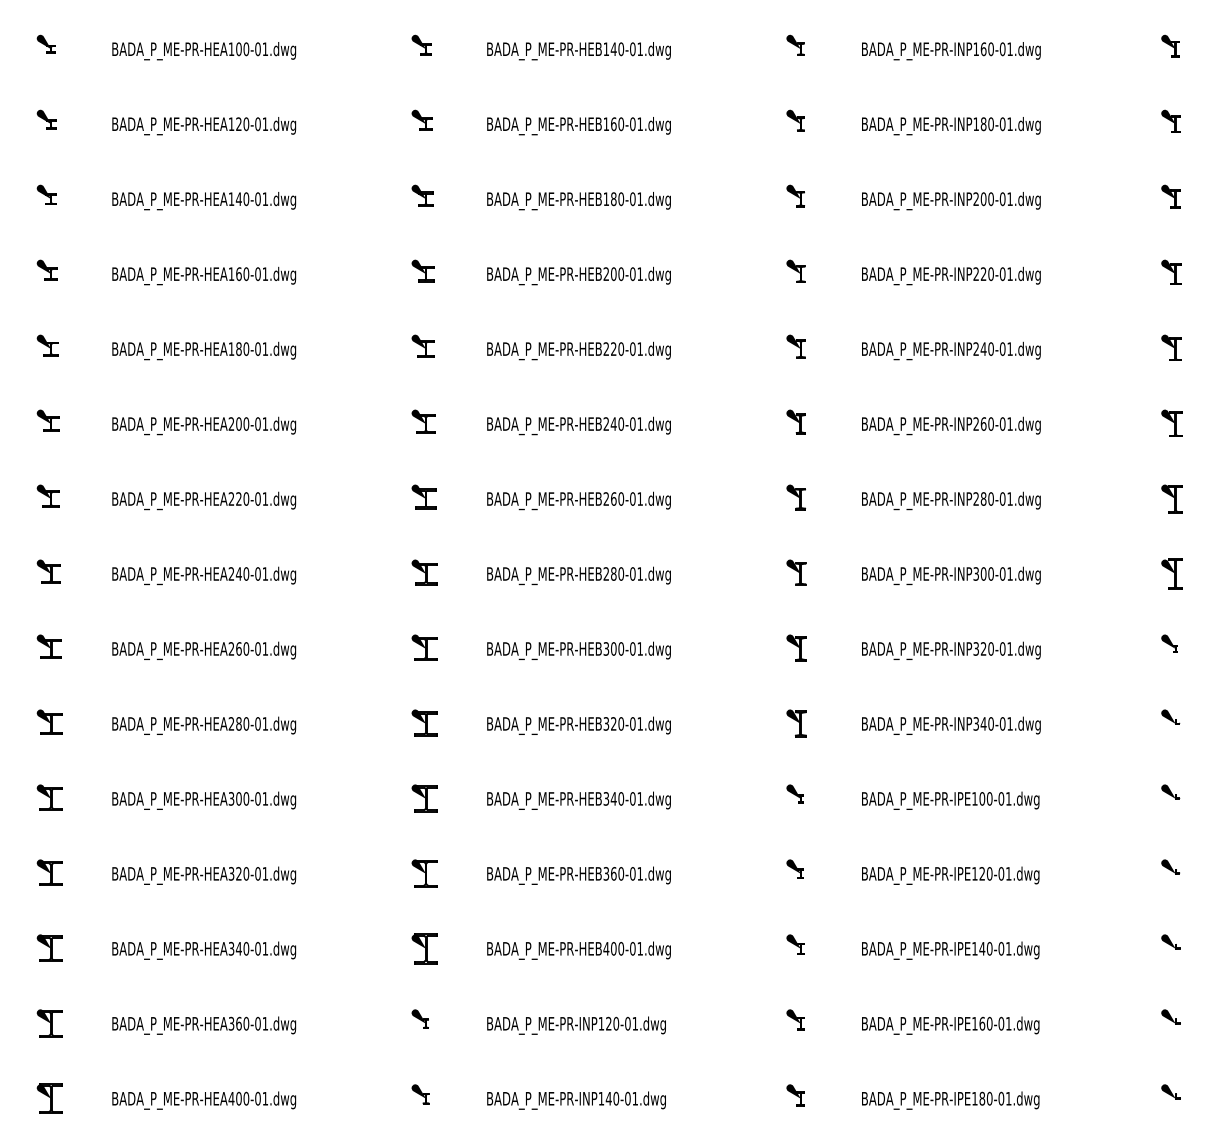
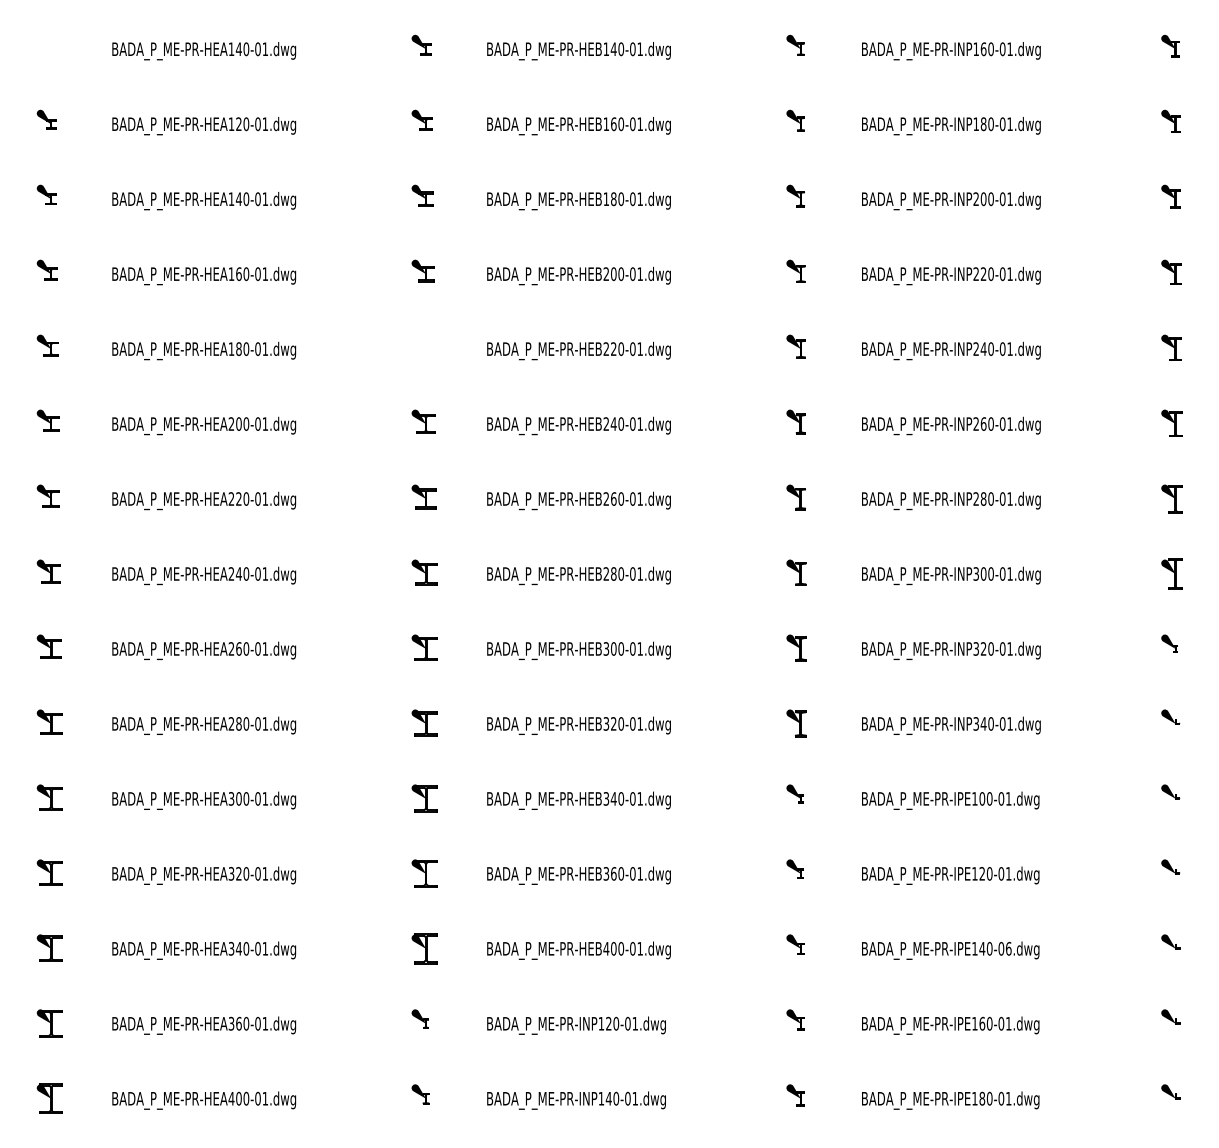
part at (45, 43): present -> none
text at (238, 49): BADA_P_ME-PR-HEA100-01.dwg -> BADA_P_ME-PR-HEA140-01.dwg
part at (422, 345): present -> none
text at (1008, 948): BADA_P_ME-PR-IPE140-01.dwg -> BADA_P_ME-PR-IPE140-06.dwg
